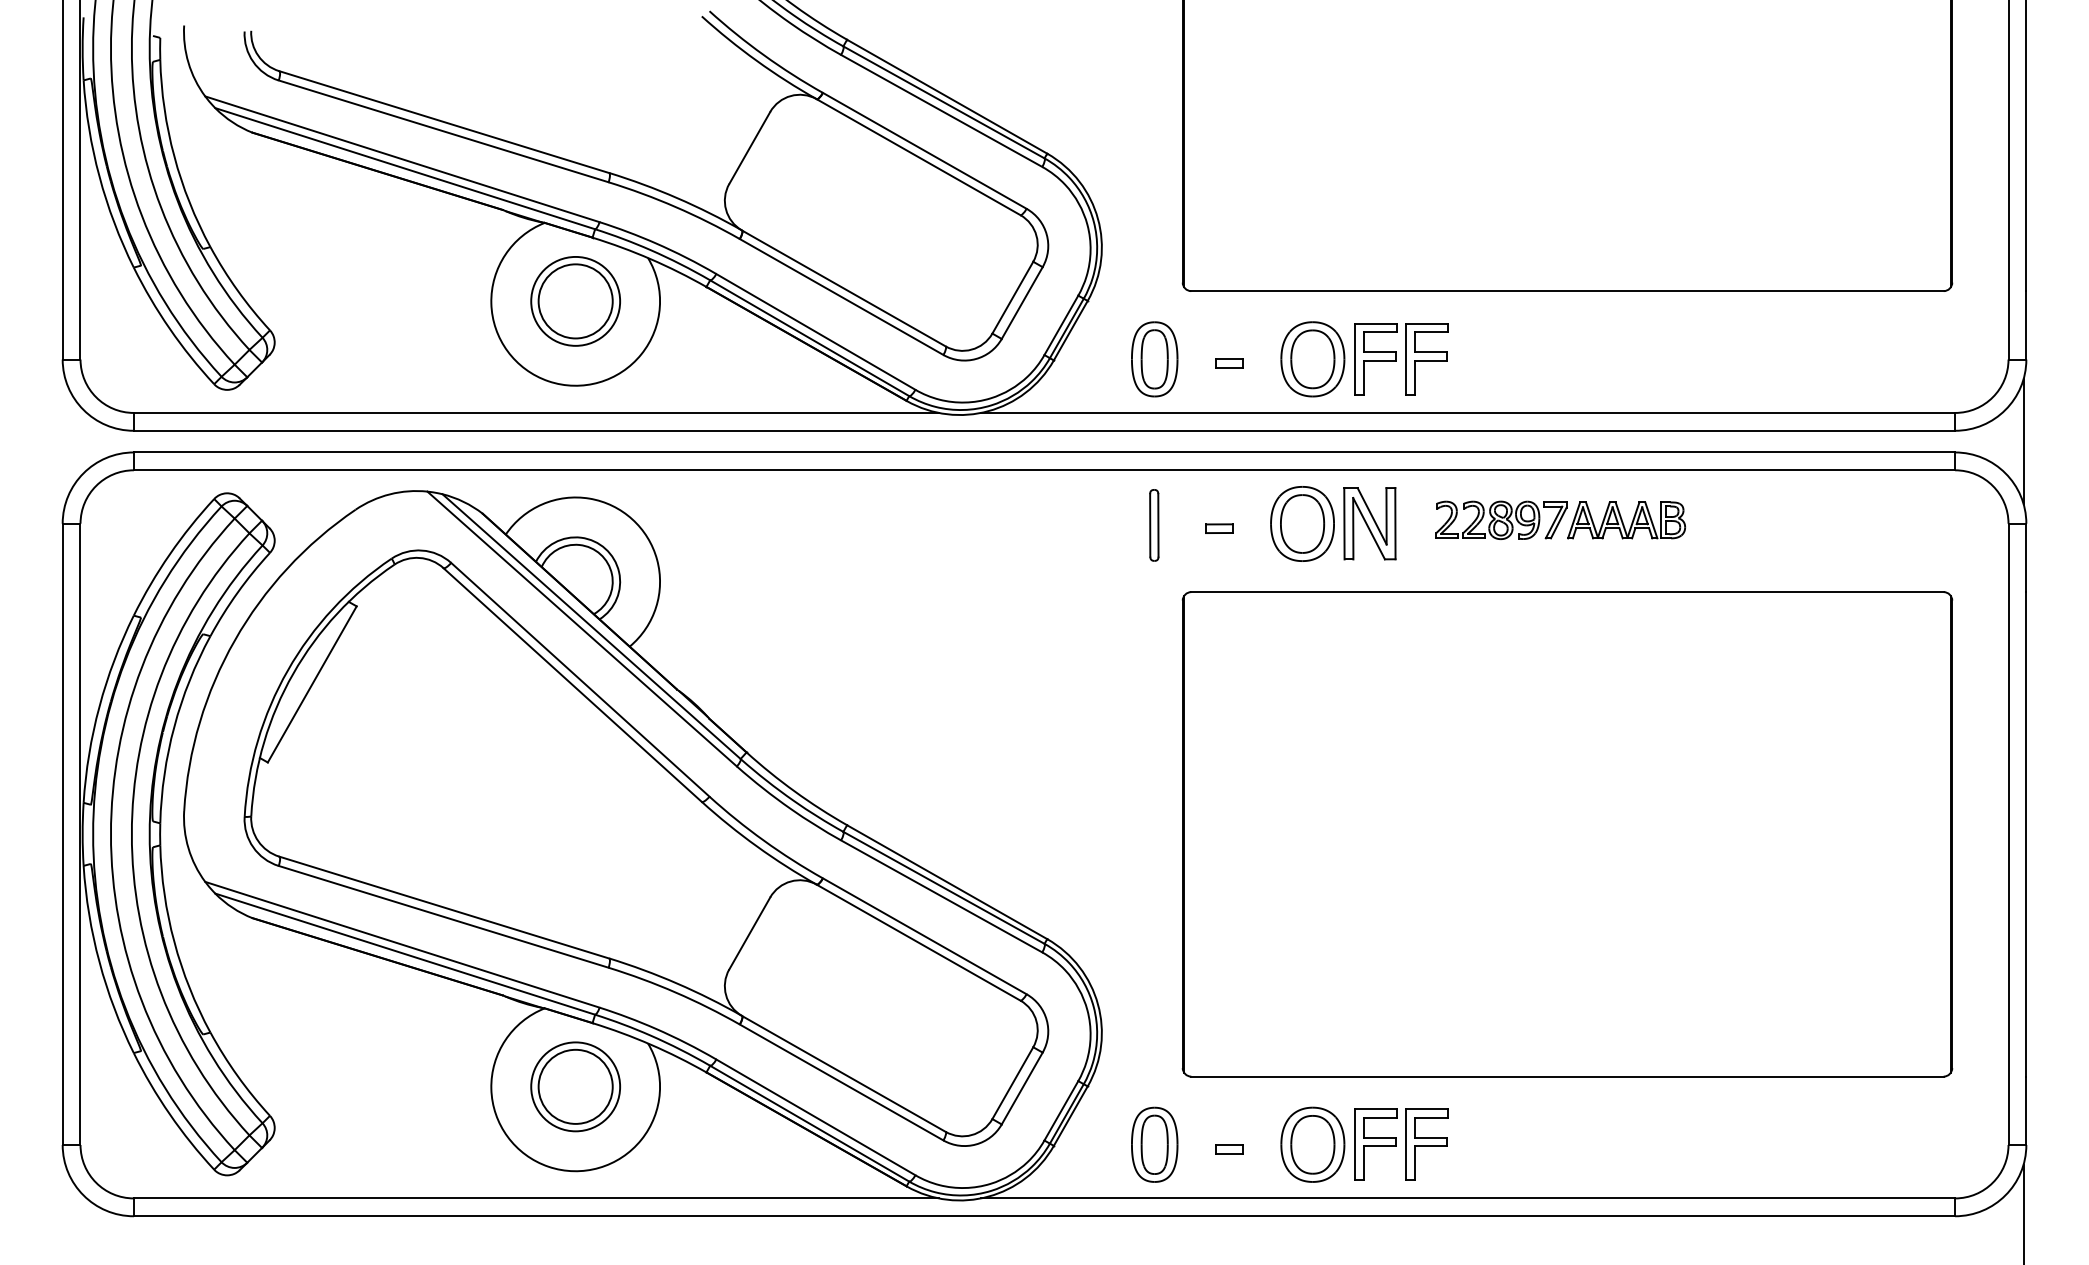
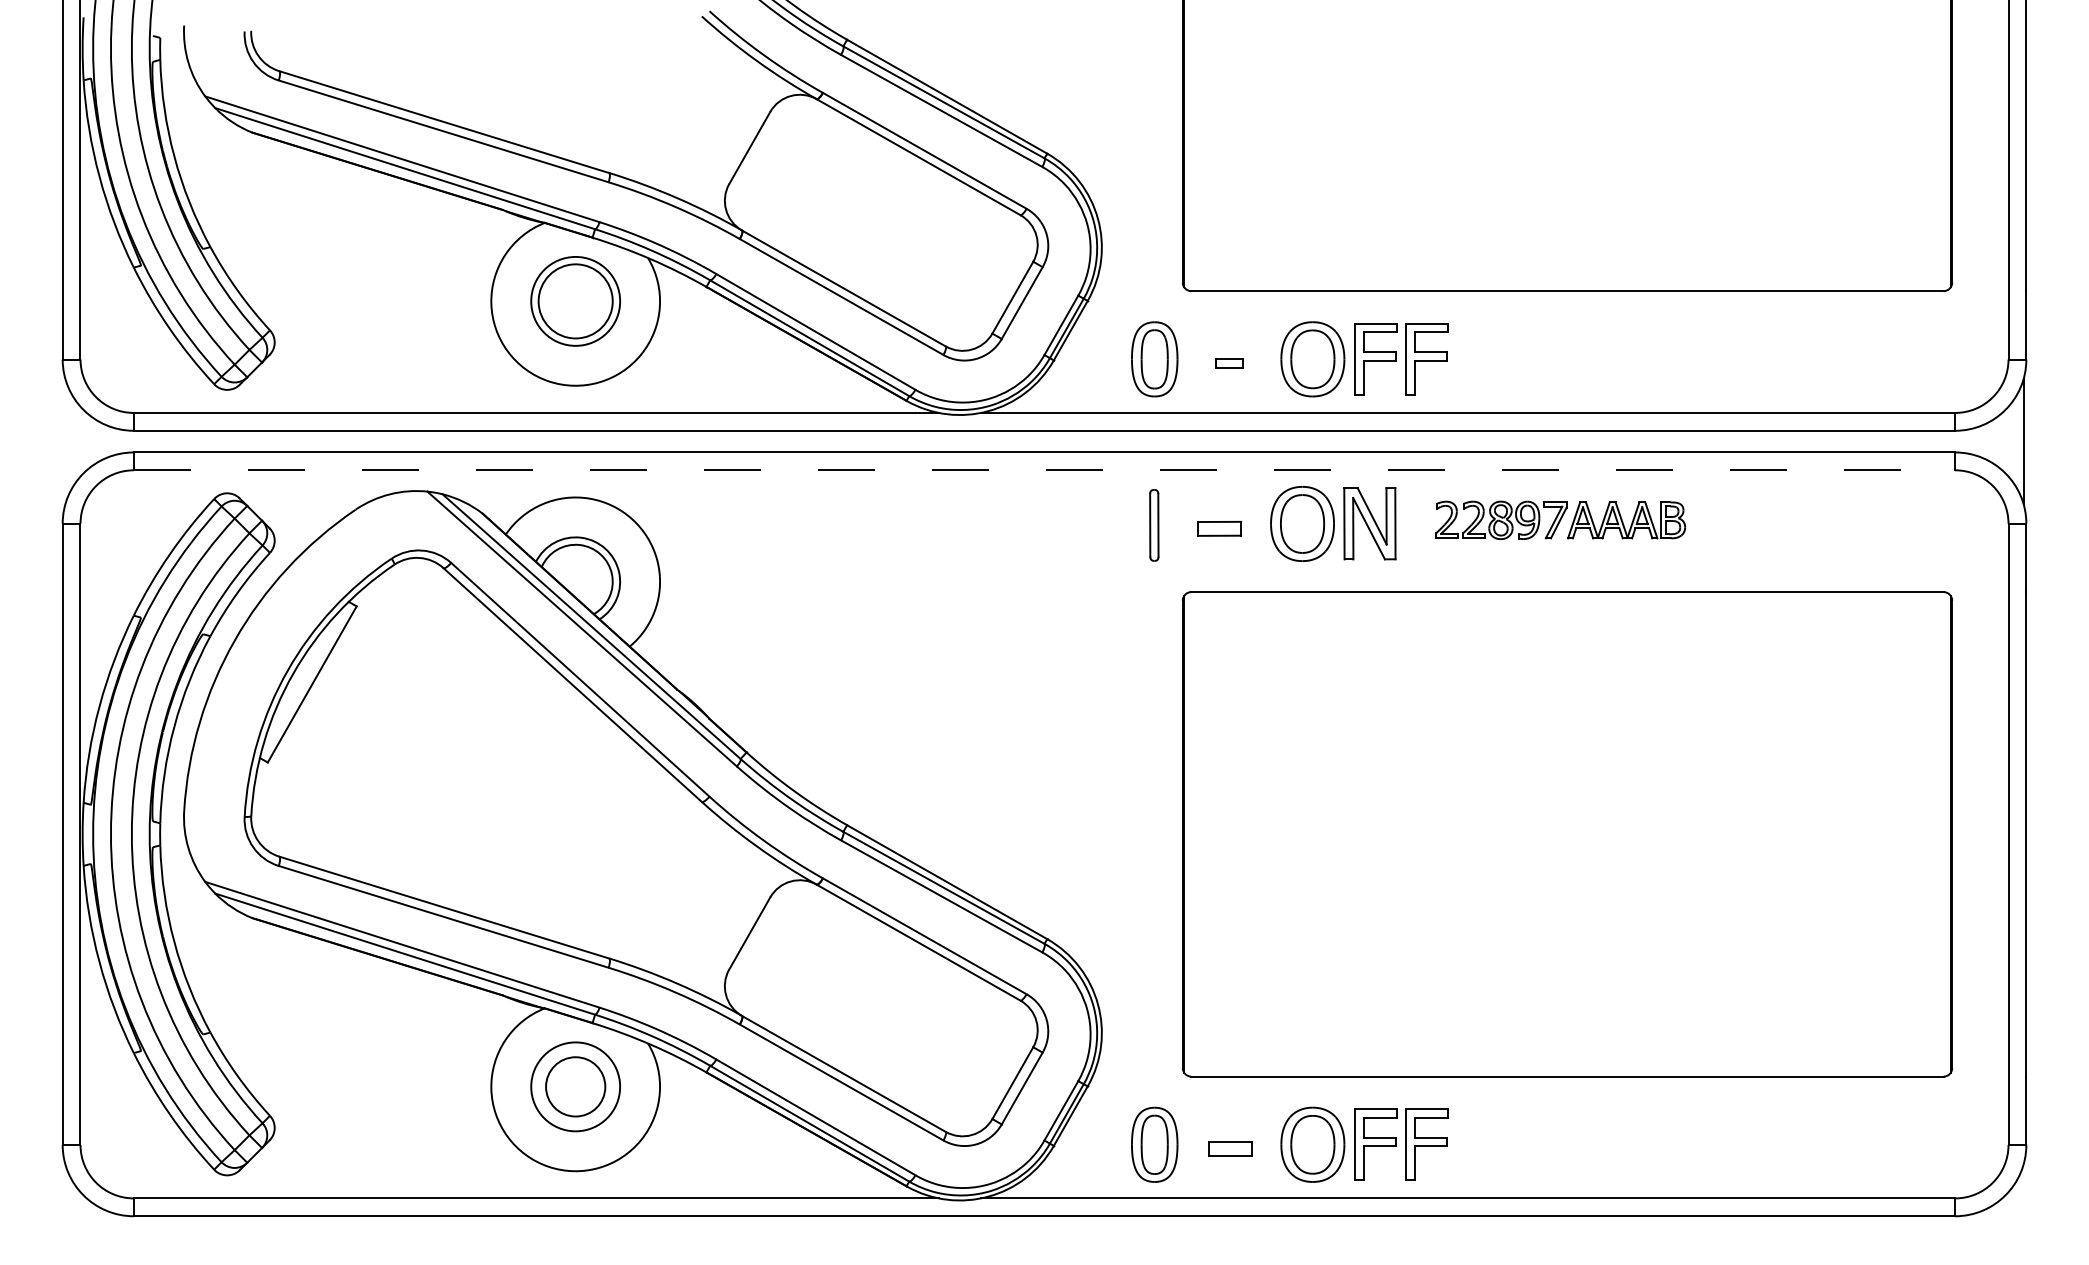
line at (1044, 470): solid -> dashed
part at (1219, 528) size: 29x11 px -> 45x17 px
circle at (575, 1086) diameter: 74 px -> 59 px
part at (1229, 1149) size: 29x11 px -> 45x16 px
line at (2023, 1212): present -> none
